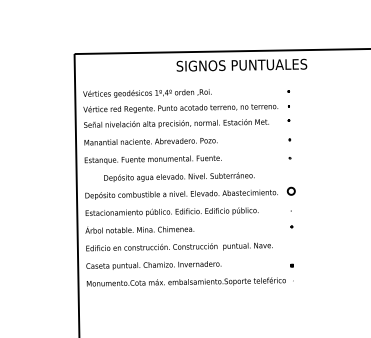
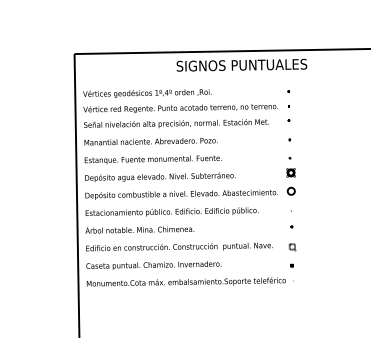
part at (290, 172): none -> present
text at (179, 176) position: (179, 176) -> (160, 176)
part at (292, 247): none -> present
